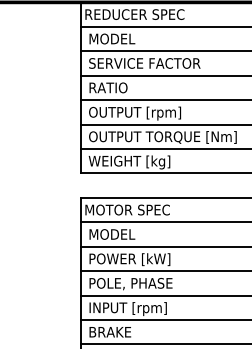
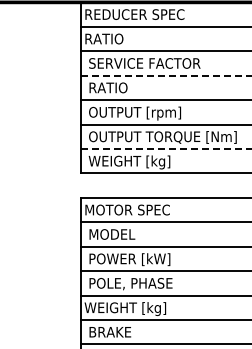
text at (110, 38): MODEL -> RATIO
line at (166, 75): solid -> dashed
line at (166, 148): solid -> dashed
text at (125, 309): INPUT [rpm] -> WEIGHT [kg]
